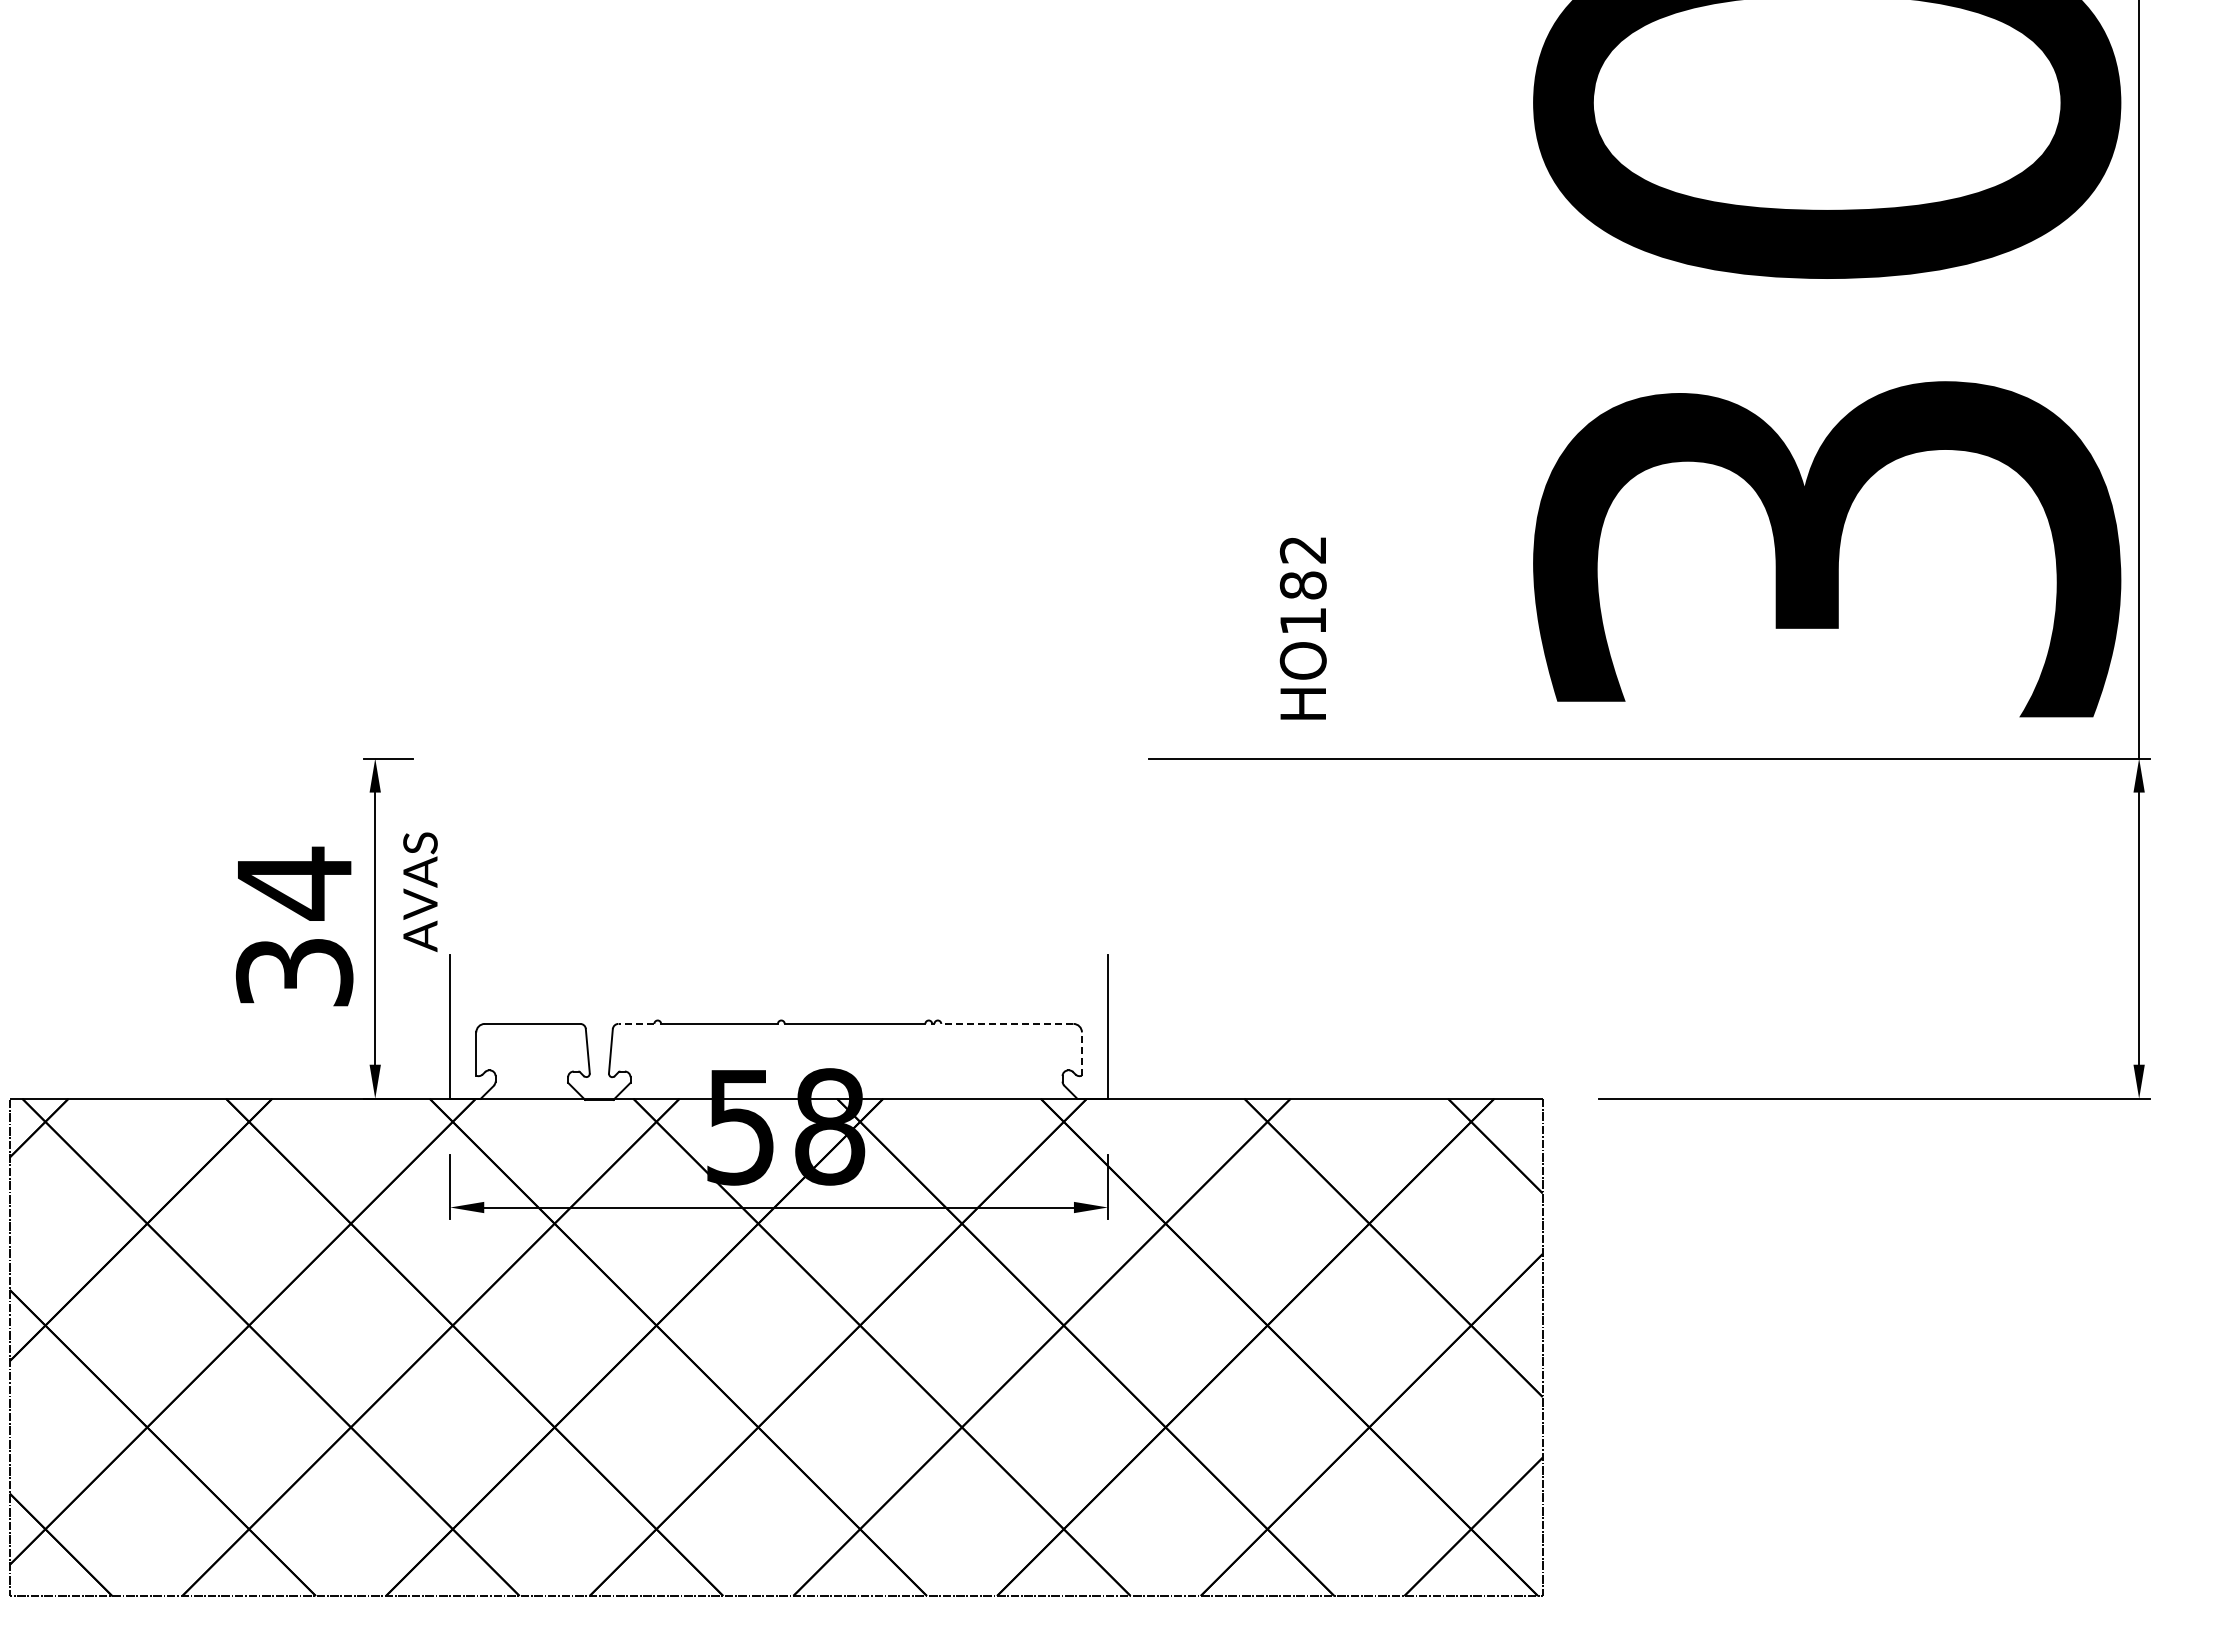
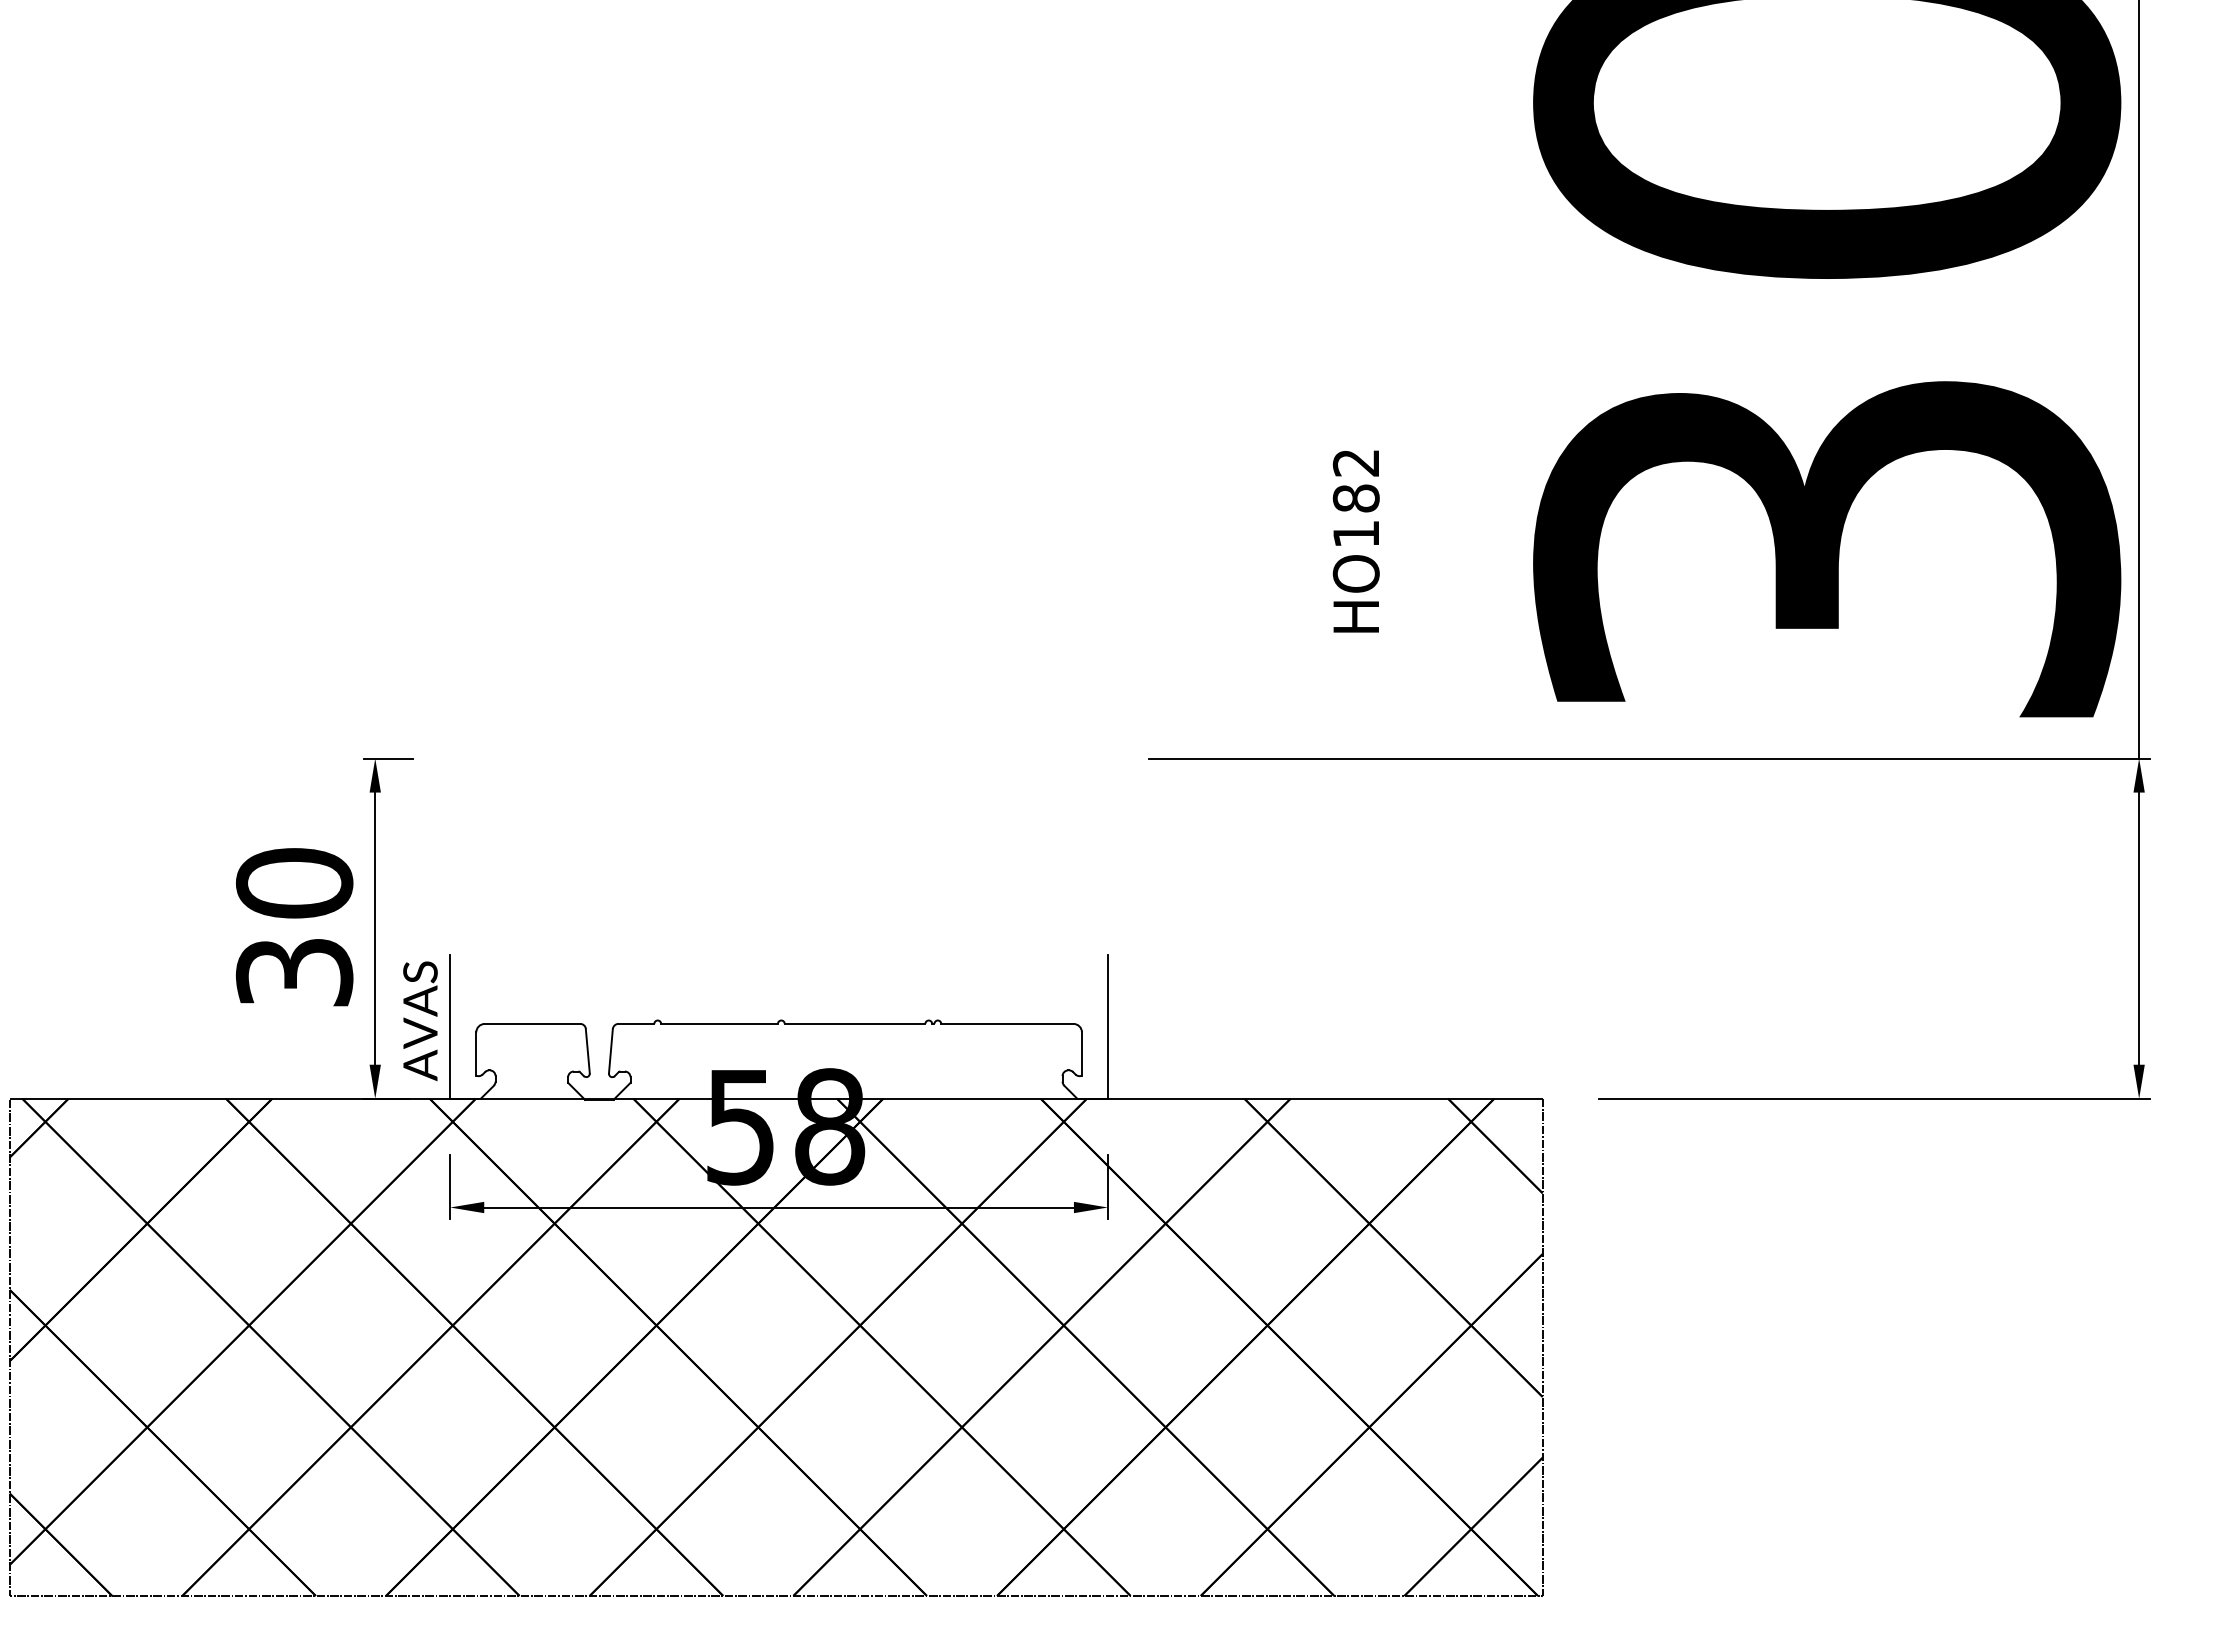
text at (1302, 628) position: (1302, 628) -> (1355, 541)
text at (294, 883): 34 -> 30
text at (420, 892) position: (420, 892) -> (420, 1021)
line at (636, 1023): dashed -> solid
line at (1006, 1023): dashed -> solid
line at (1081, 1054): dashed -> solid
